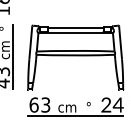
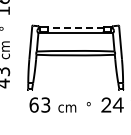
line at (75, 28): solid -> dashed
line at (13, 56): present -> none
line at (75, 115): present -> none
